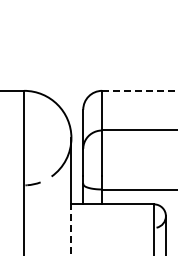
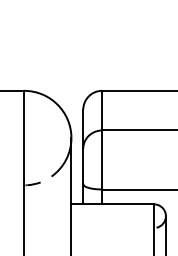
line at (139, 90): dashed -> solid
line at (71, 229): dashed -> solid
